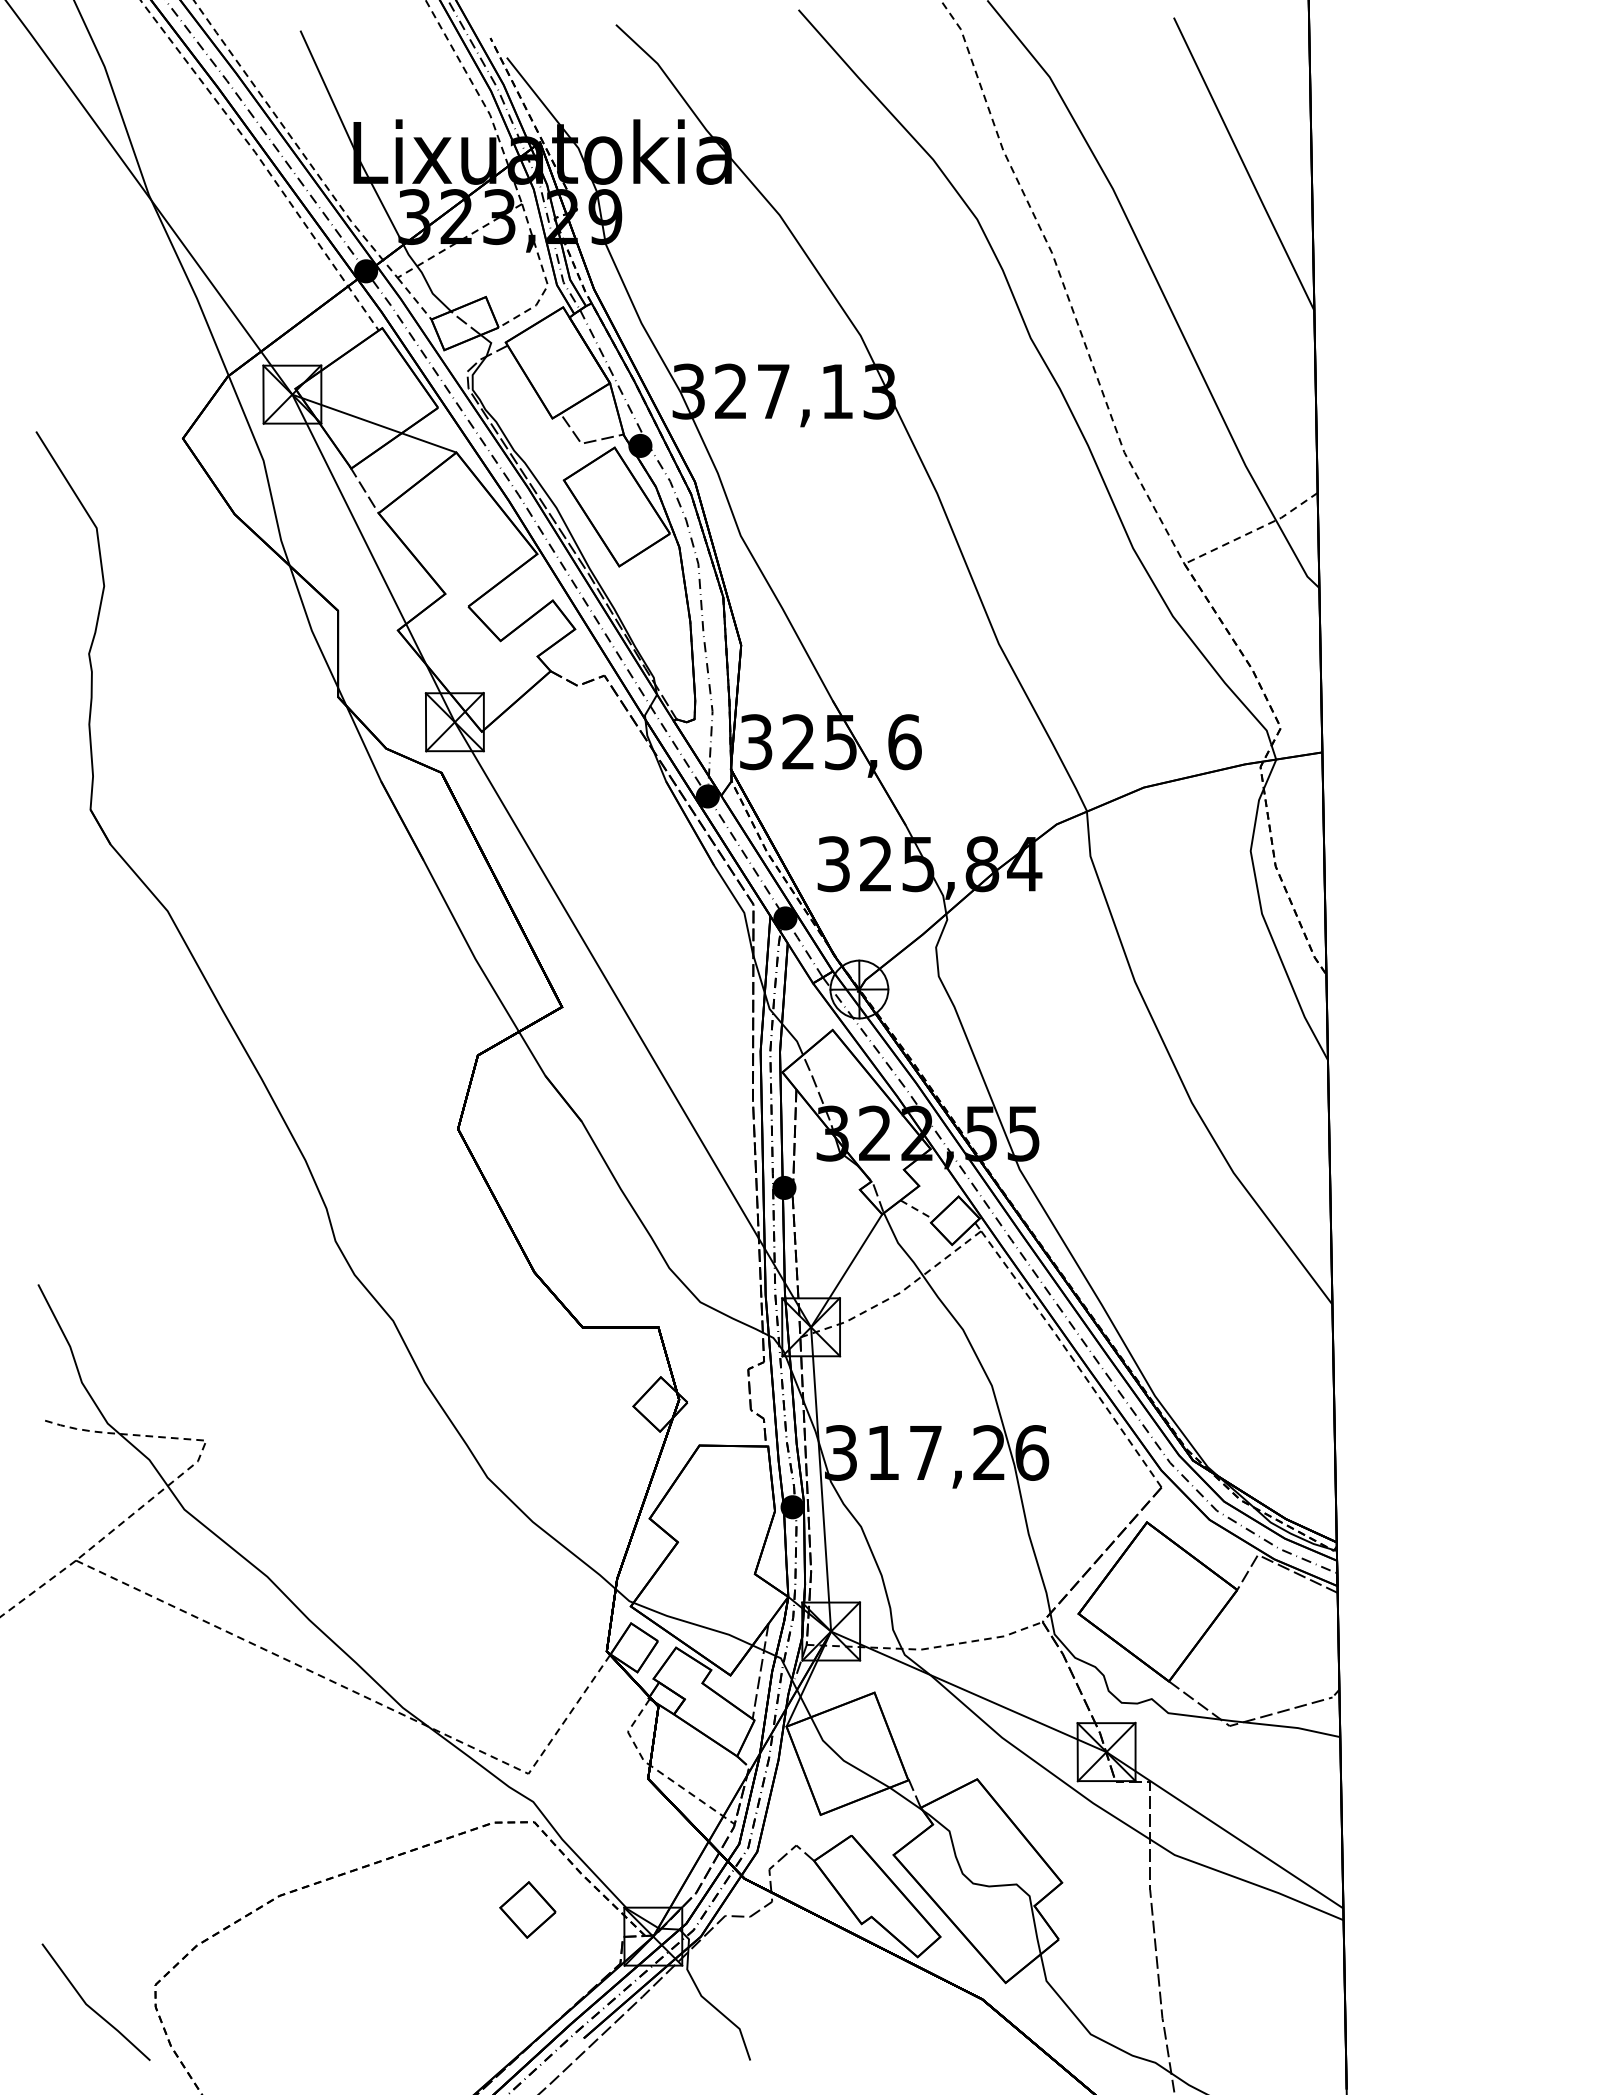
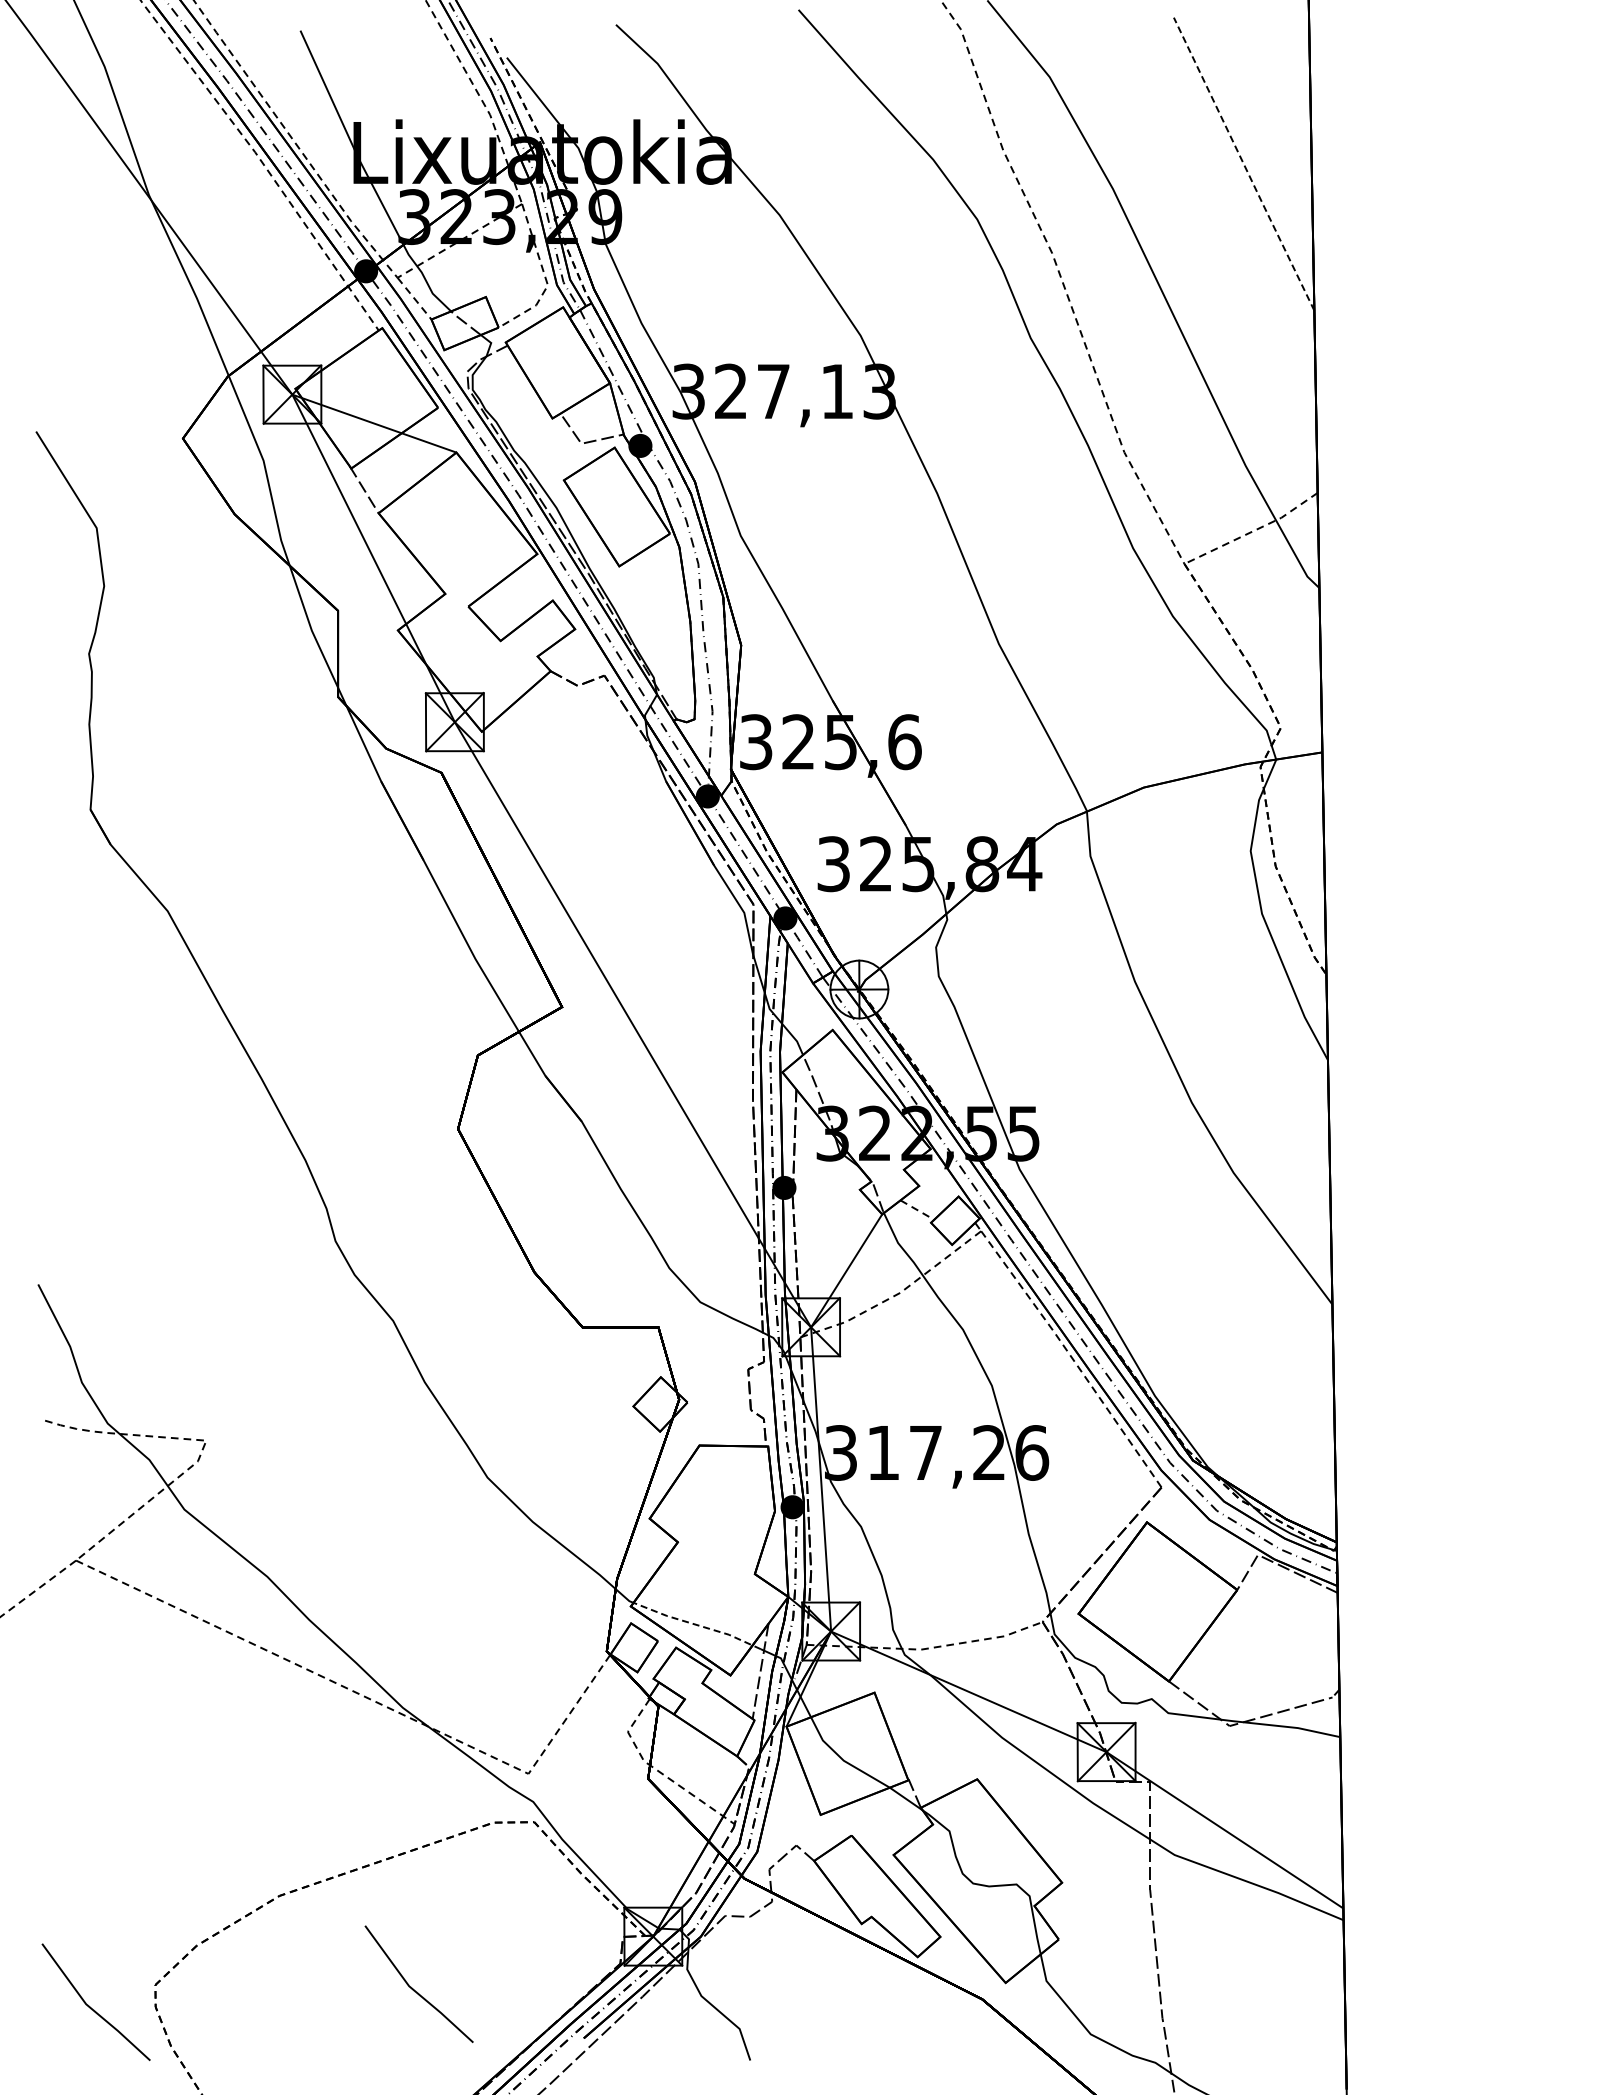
line at (1244, 164): solid -> dashed
line at (697, 1625): solid -> dashed
part at (527, 1909): present -> none
line at (413, 1988): none -> present
